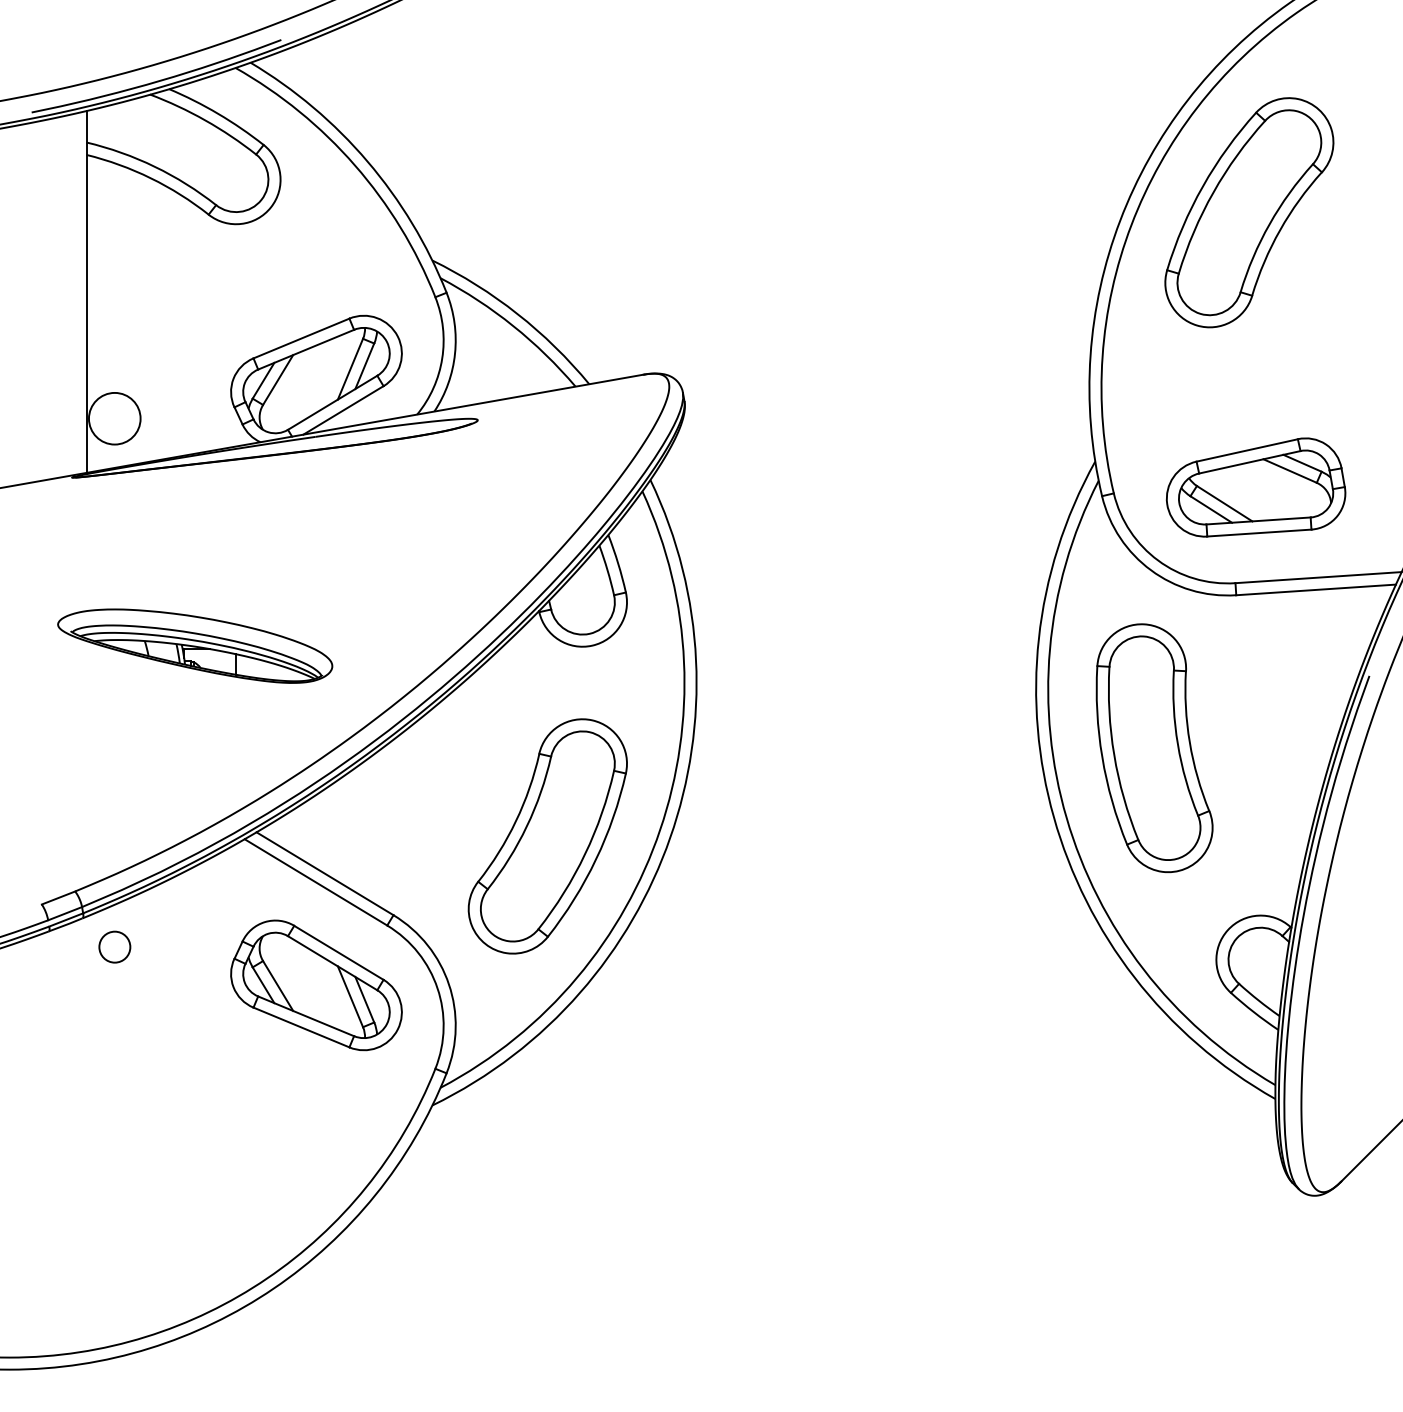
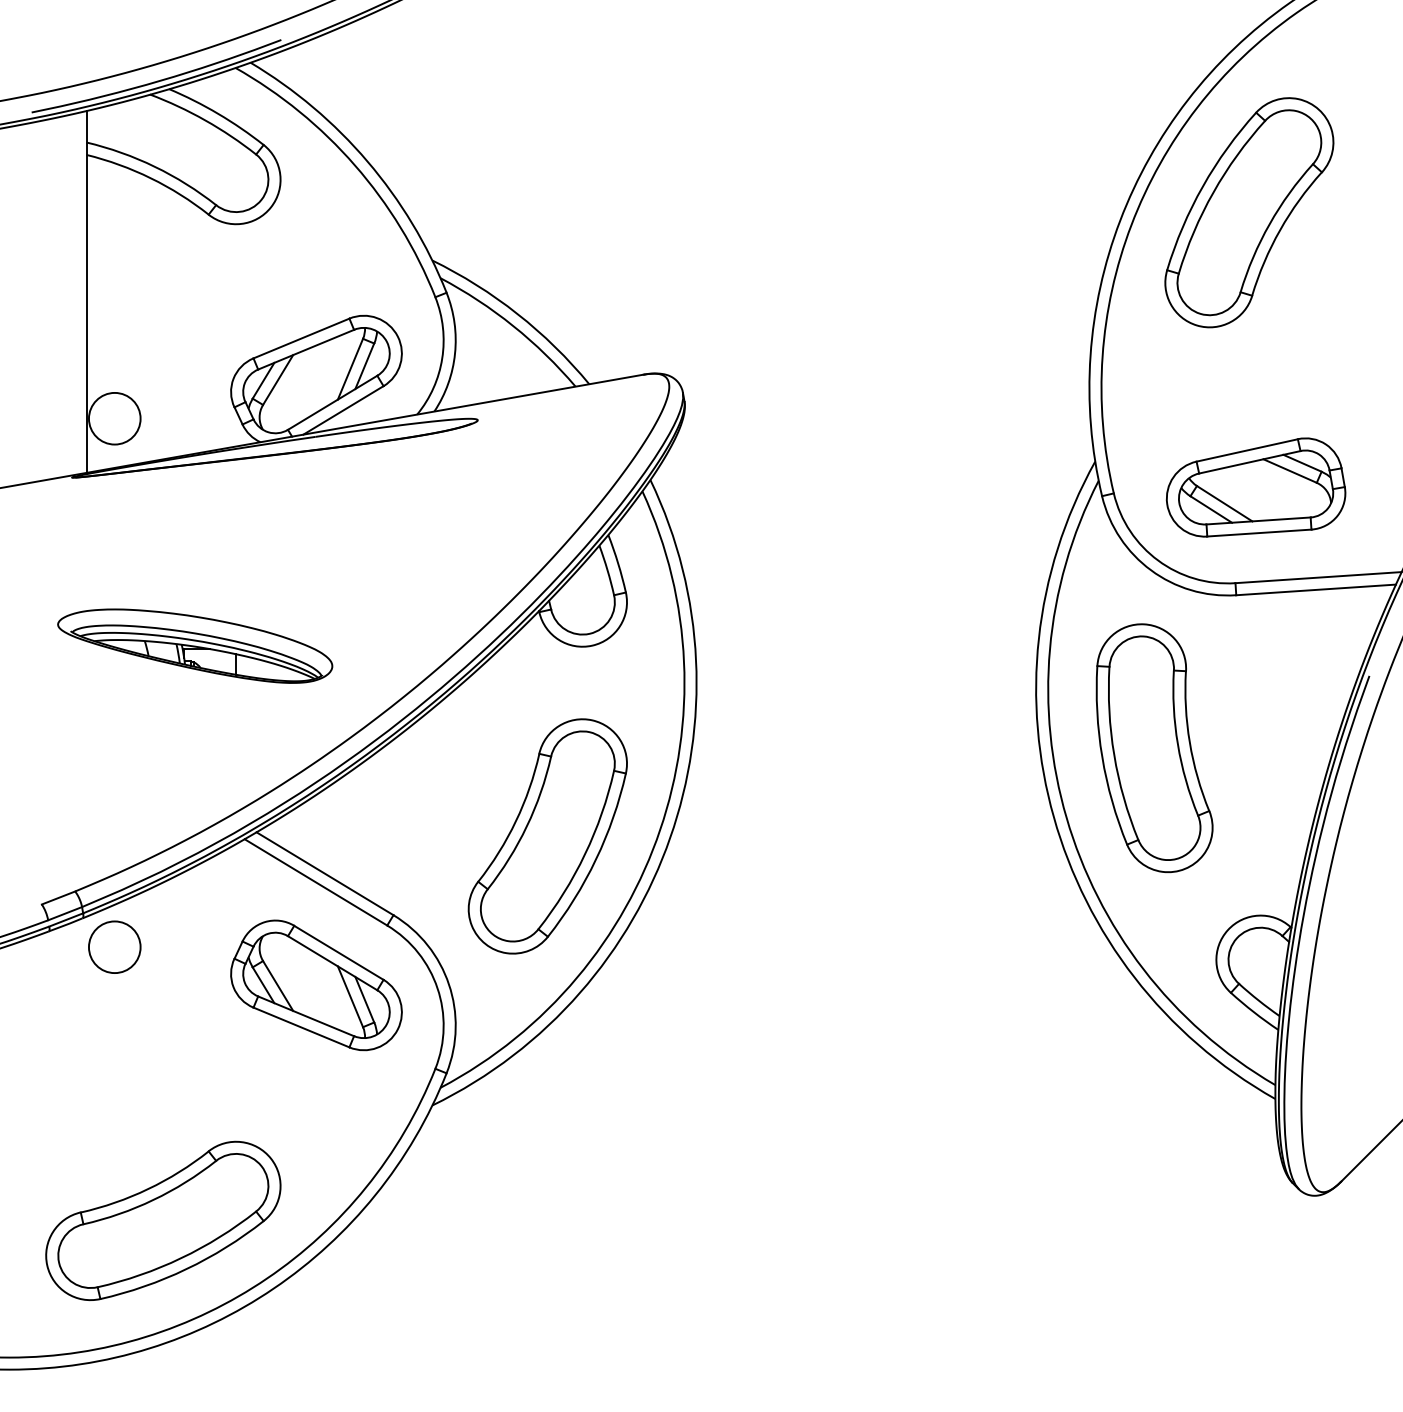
circle at (114, 946) size: 34x34 px -> 54x54 px
part at (163, 1220): none -> present
